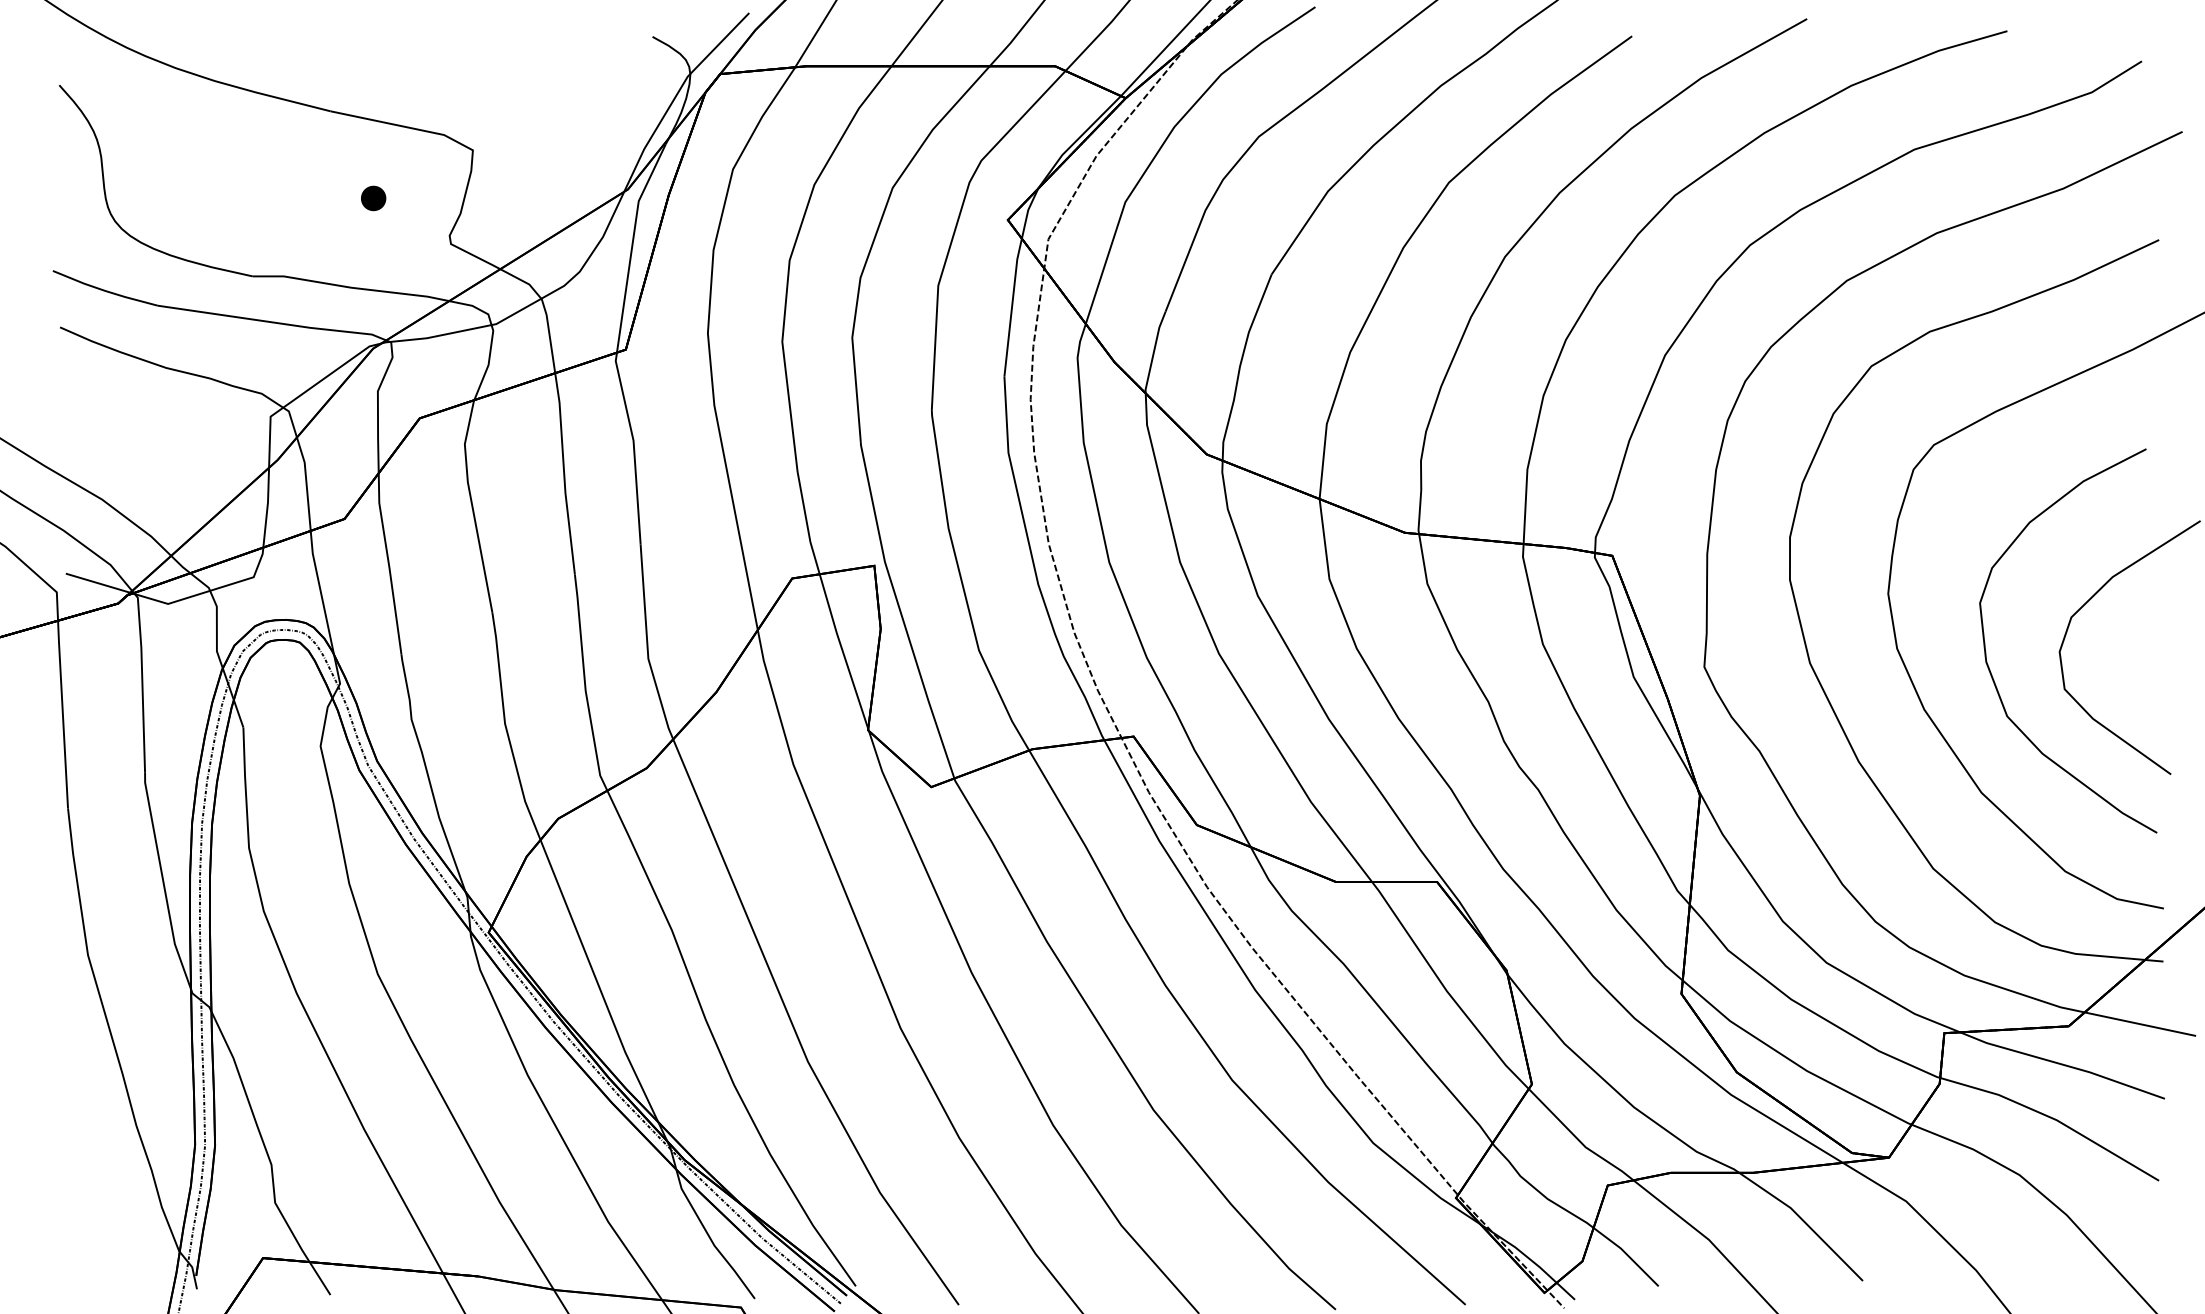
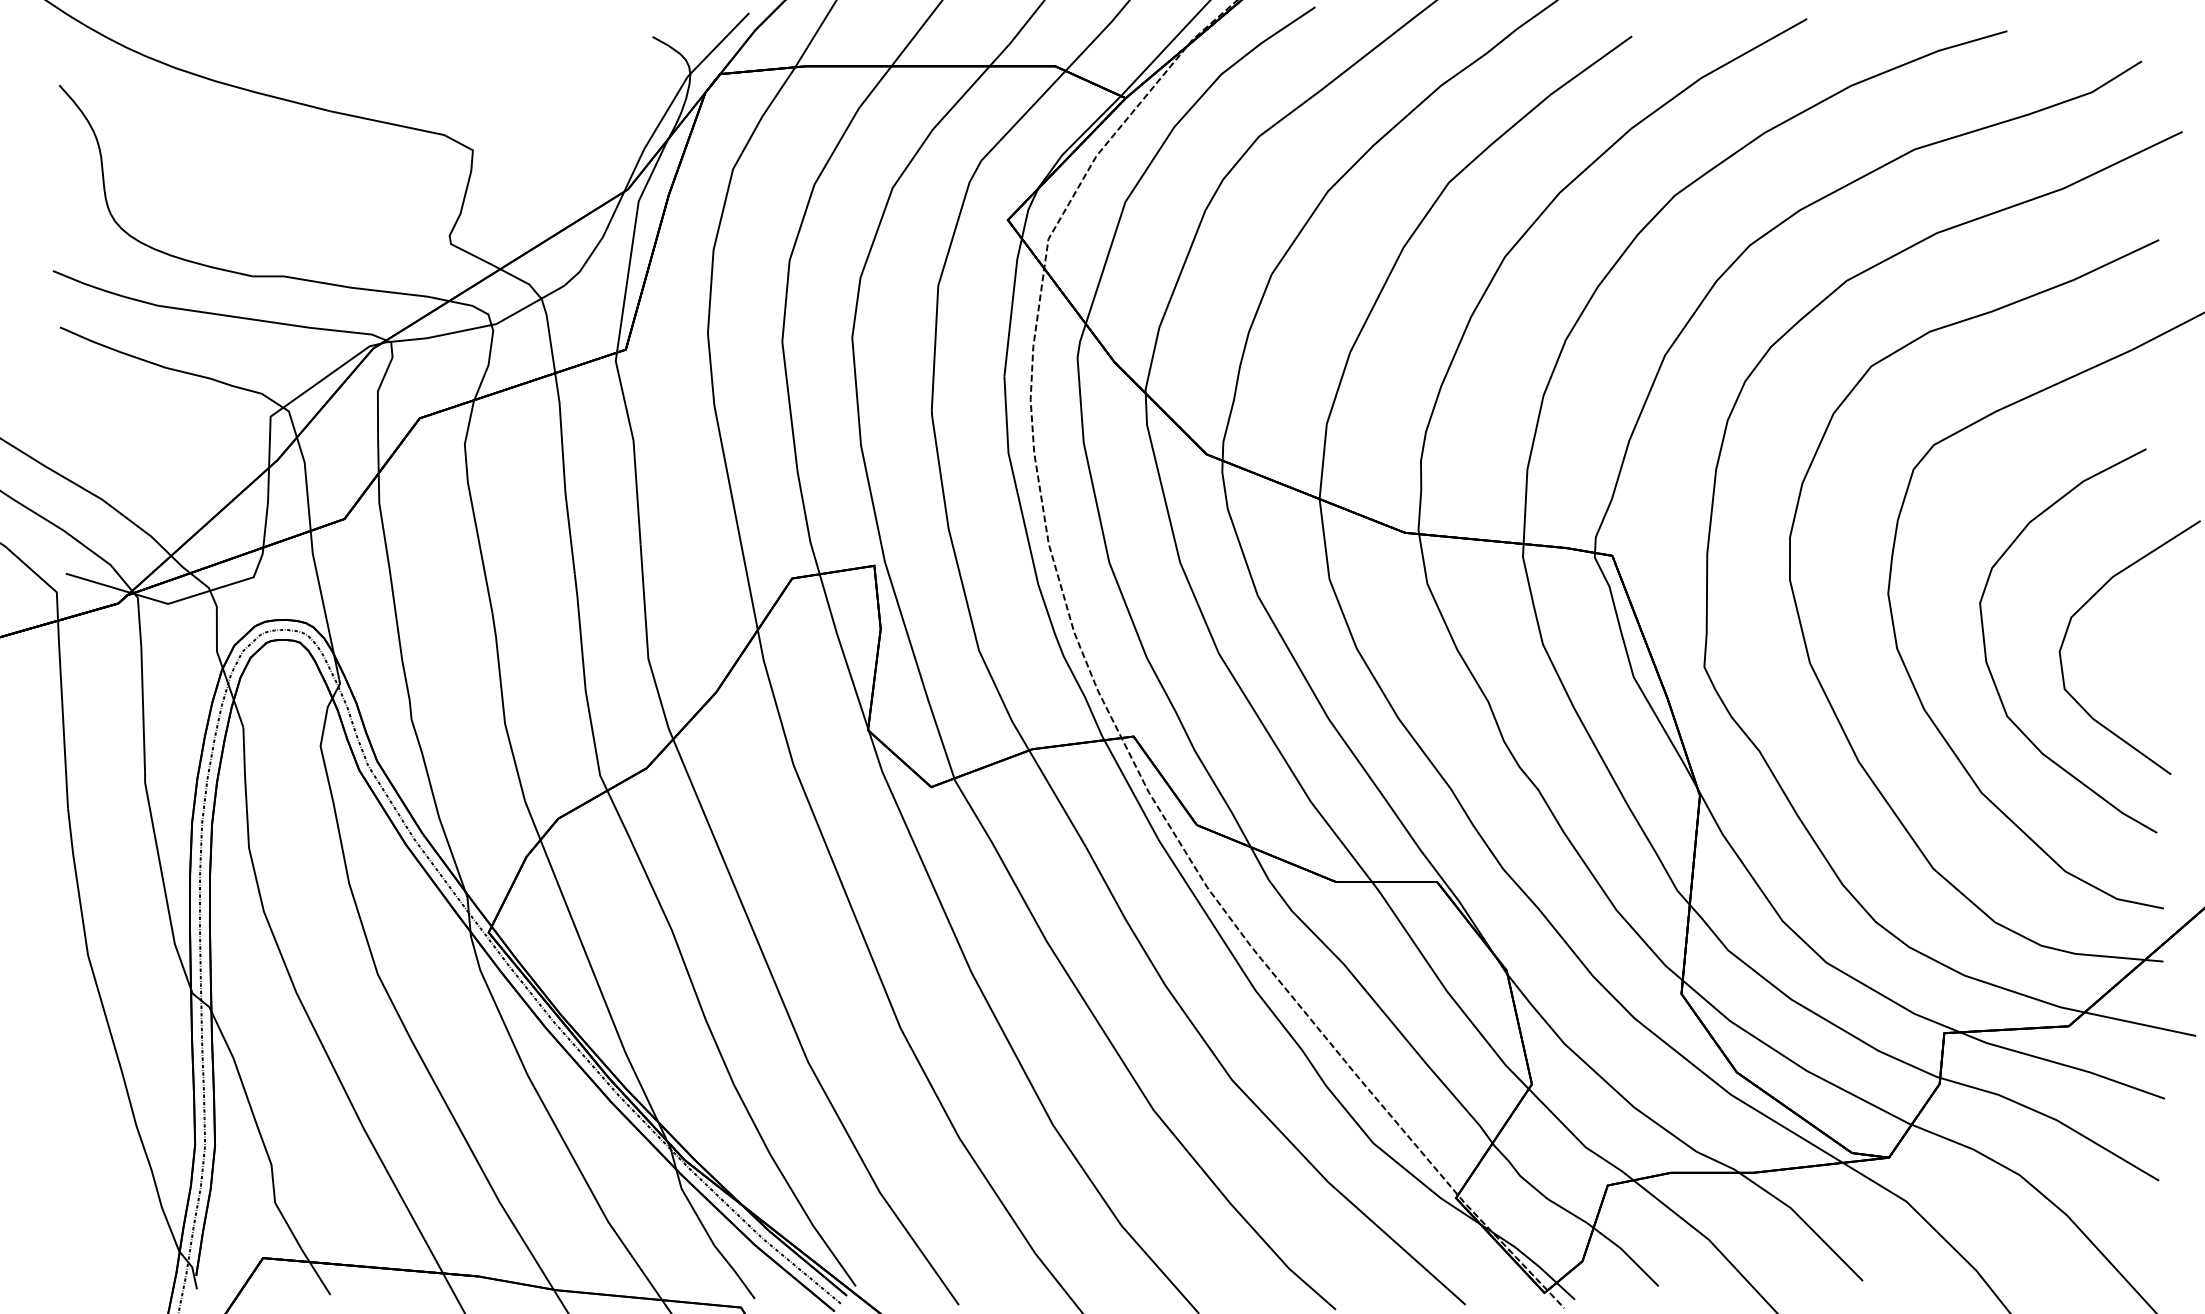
part at (373, 198): present -> none
